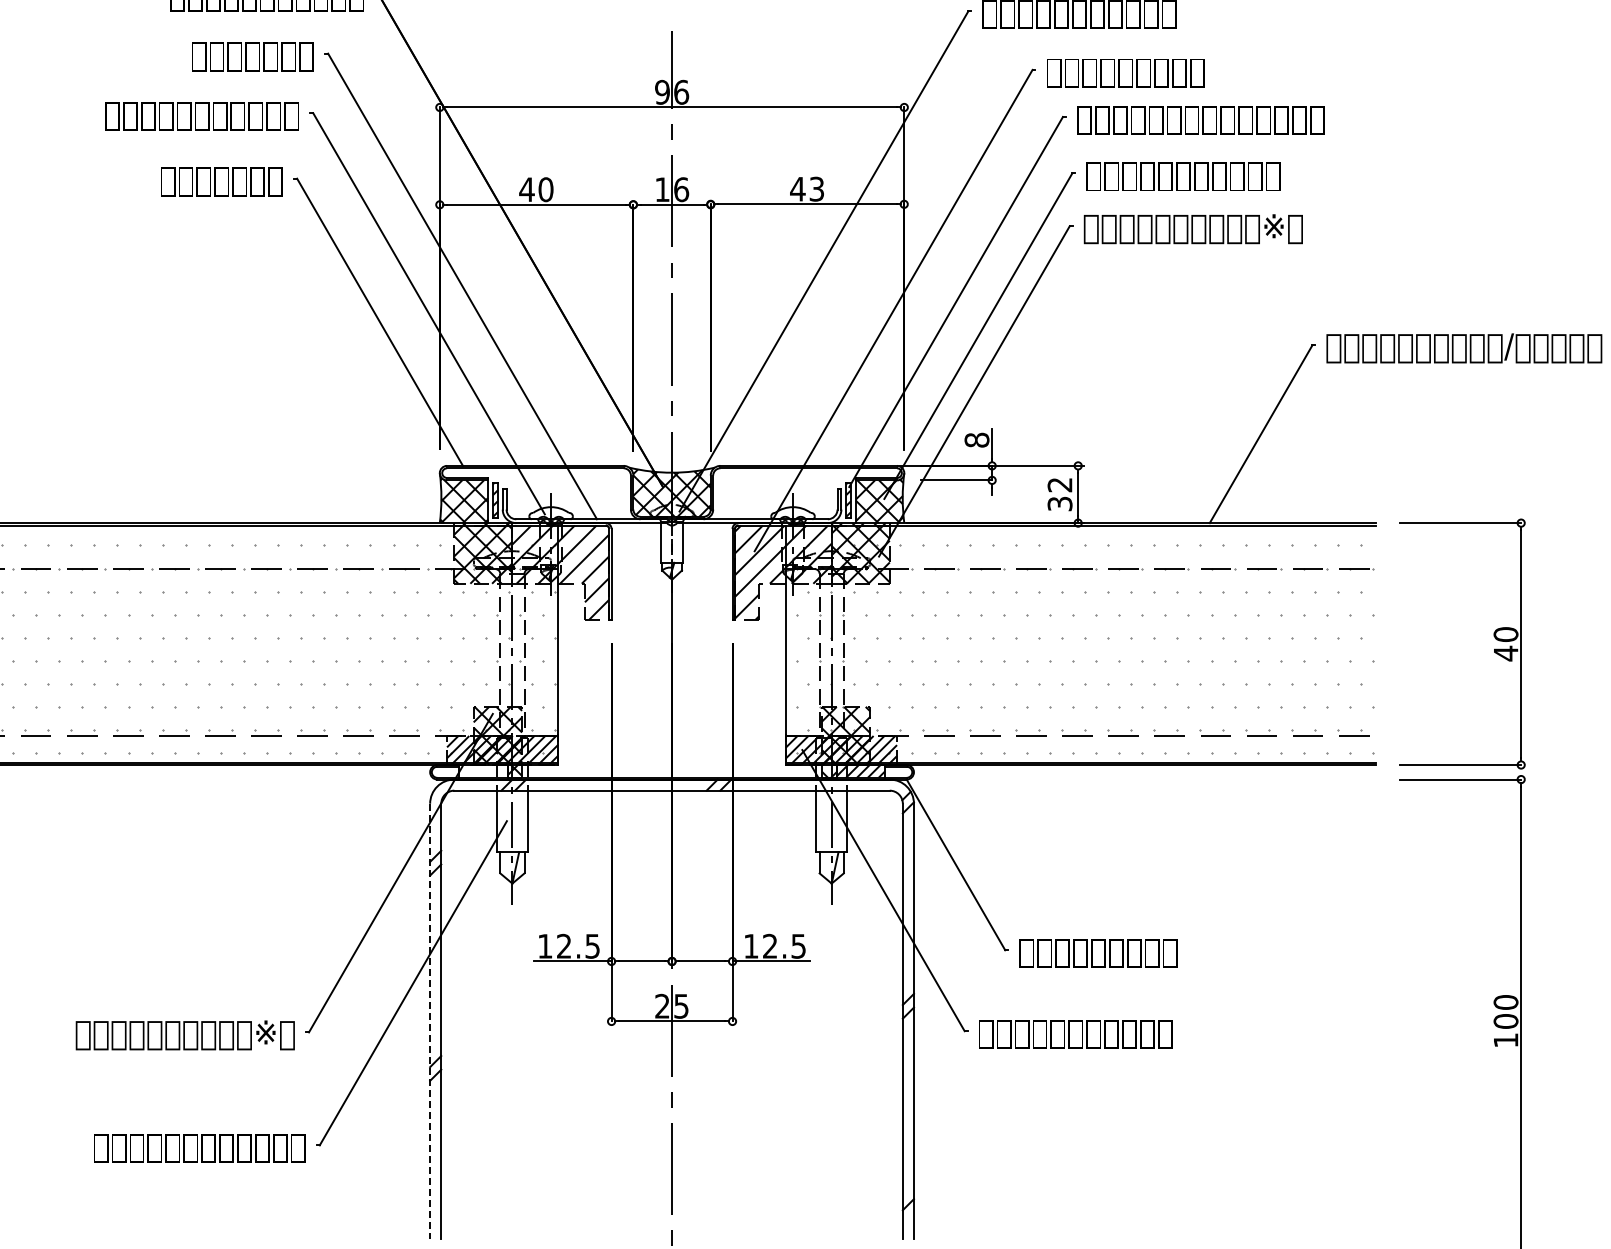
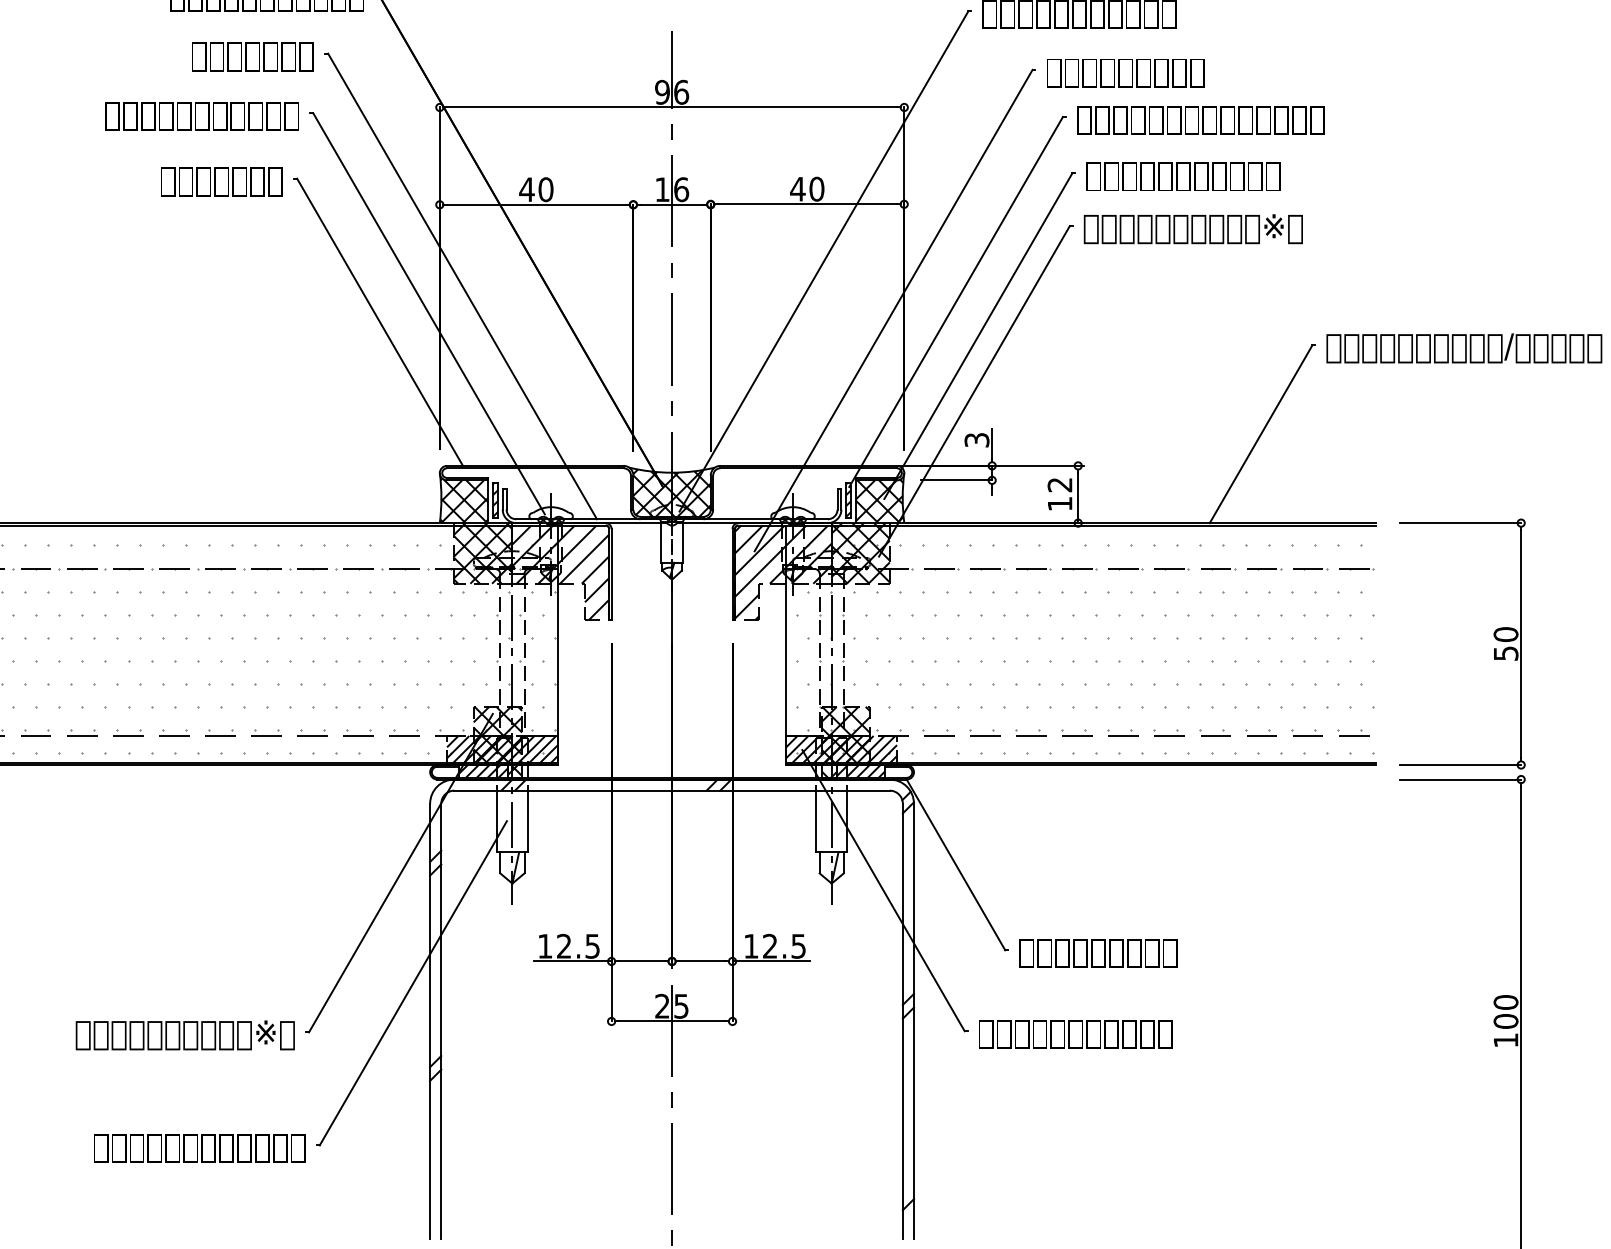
text at (816, 188): 43 -> 40
text at (976, 439): 8 -> 3
text at (1059, 503): 32 -> 12
text at (1506, 653): 40 -> 50
hatch at (483, 771): none -> present
line at (430, 1021): dashed -> solid
